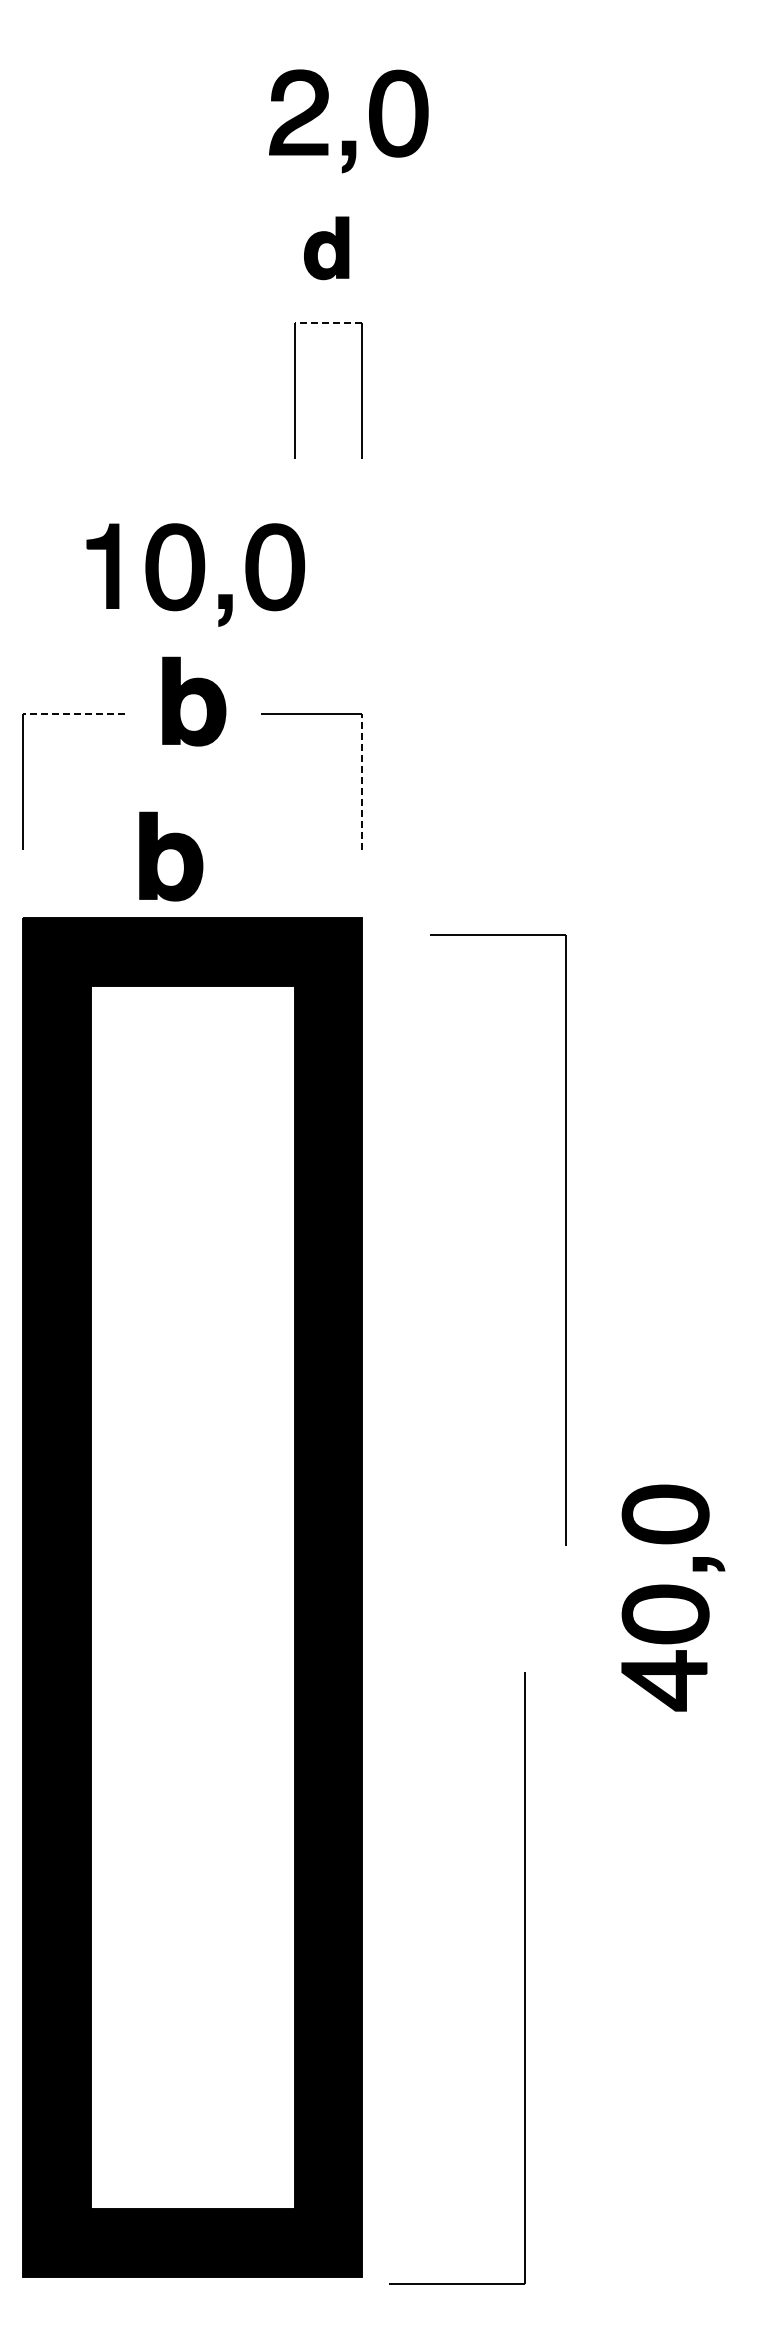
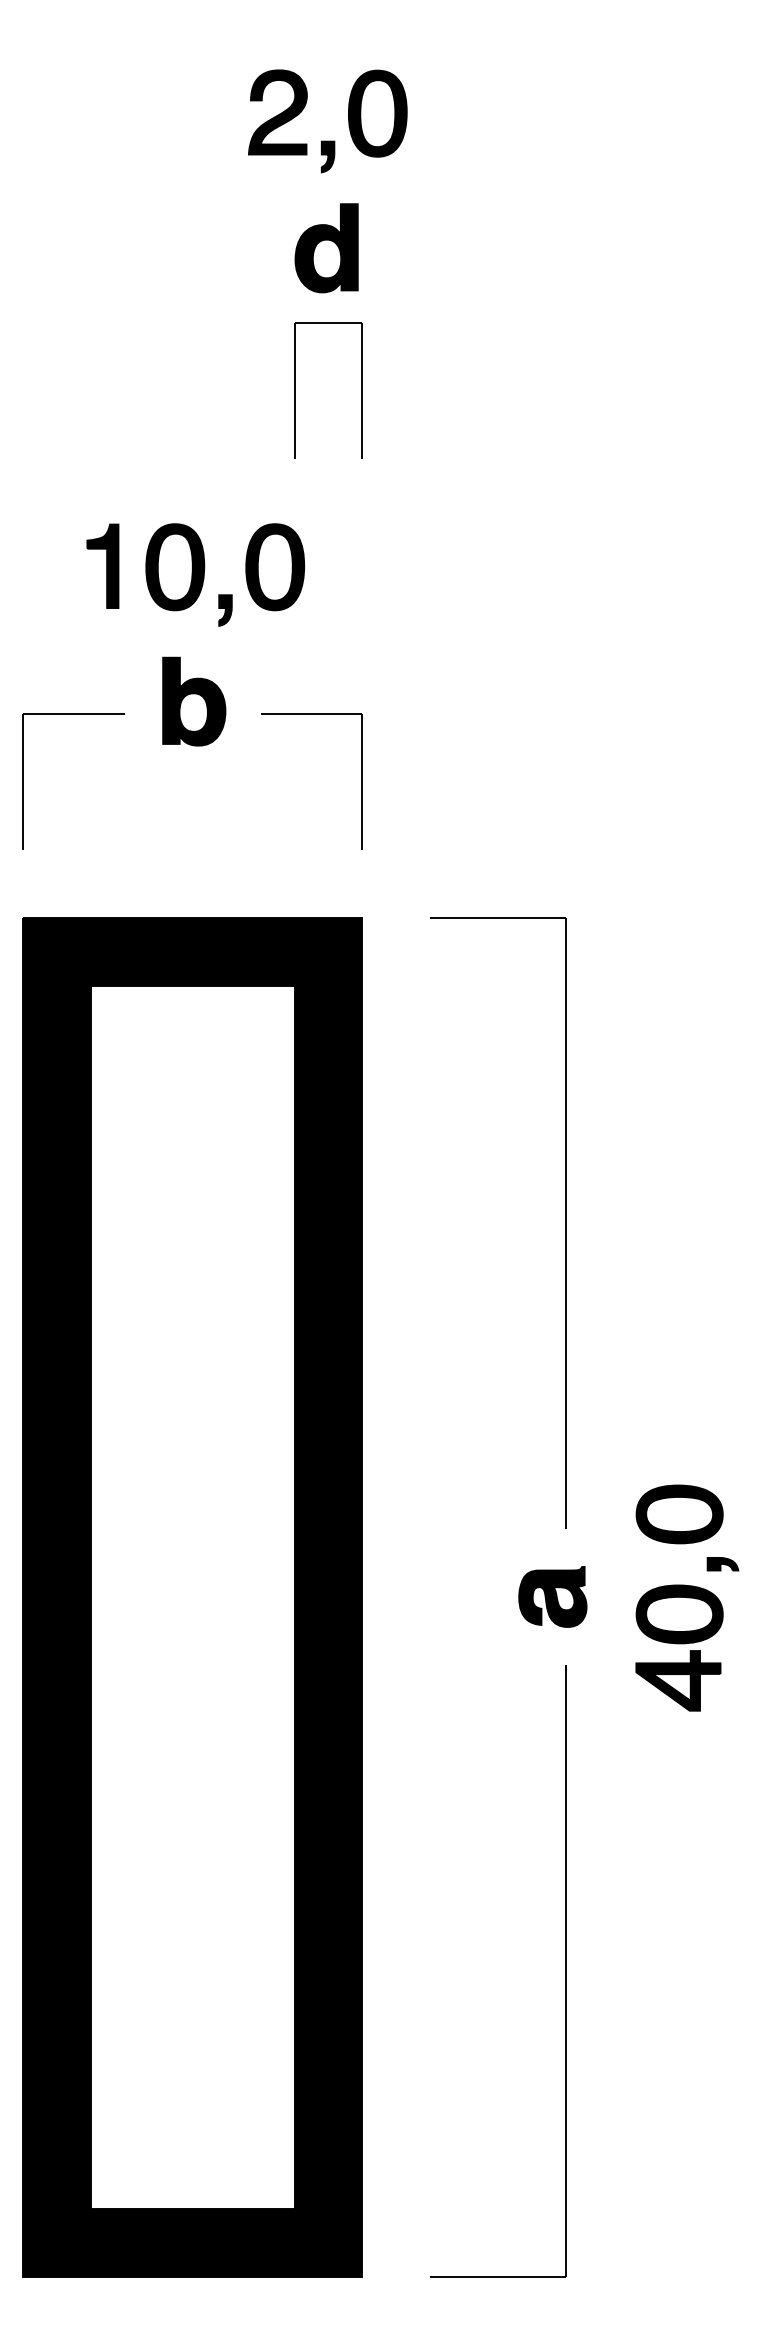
part at (348, 140) position: (348, 140) -> (327, 140)
part at (326, 248) size: 46x65 px -> 65x91 px
line at (328, 323): dashed -> solid
line at (73, 713): dashed -> solid
line at (362, 781): dashed -> solid
part at (171, 856): present -> none
part at (565, 1239) position: (565, 1239) -> (565, 1222)
part at (552, 1596): none -> present
part at (673, 1597) position: (673, 1597) -> (687, 1597)
part at (524, 1978) position: (524, 1978) -> (565, 1971)
